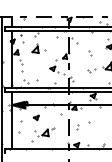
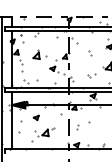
part at (38, 48) position: (38, 48) -> (39, 54)
part at (91, 70) position: (91, 70) -> (91, 75)
